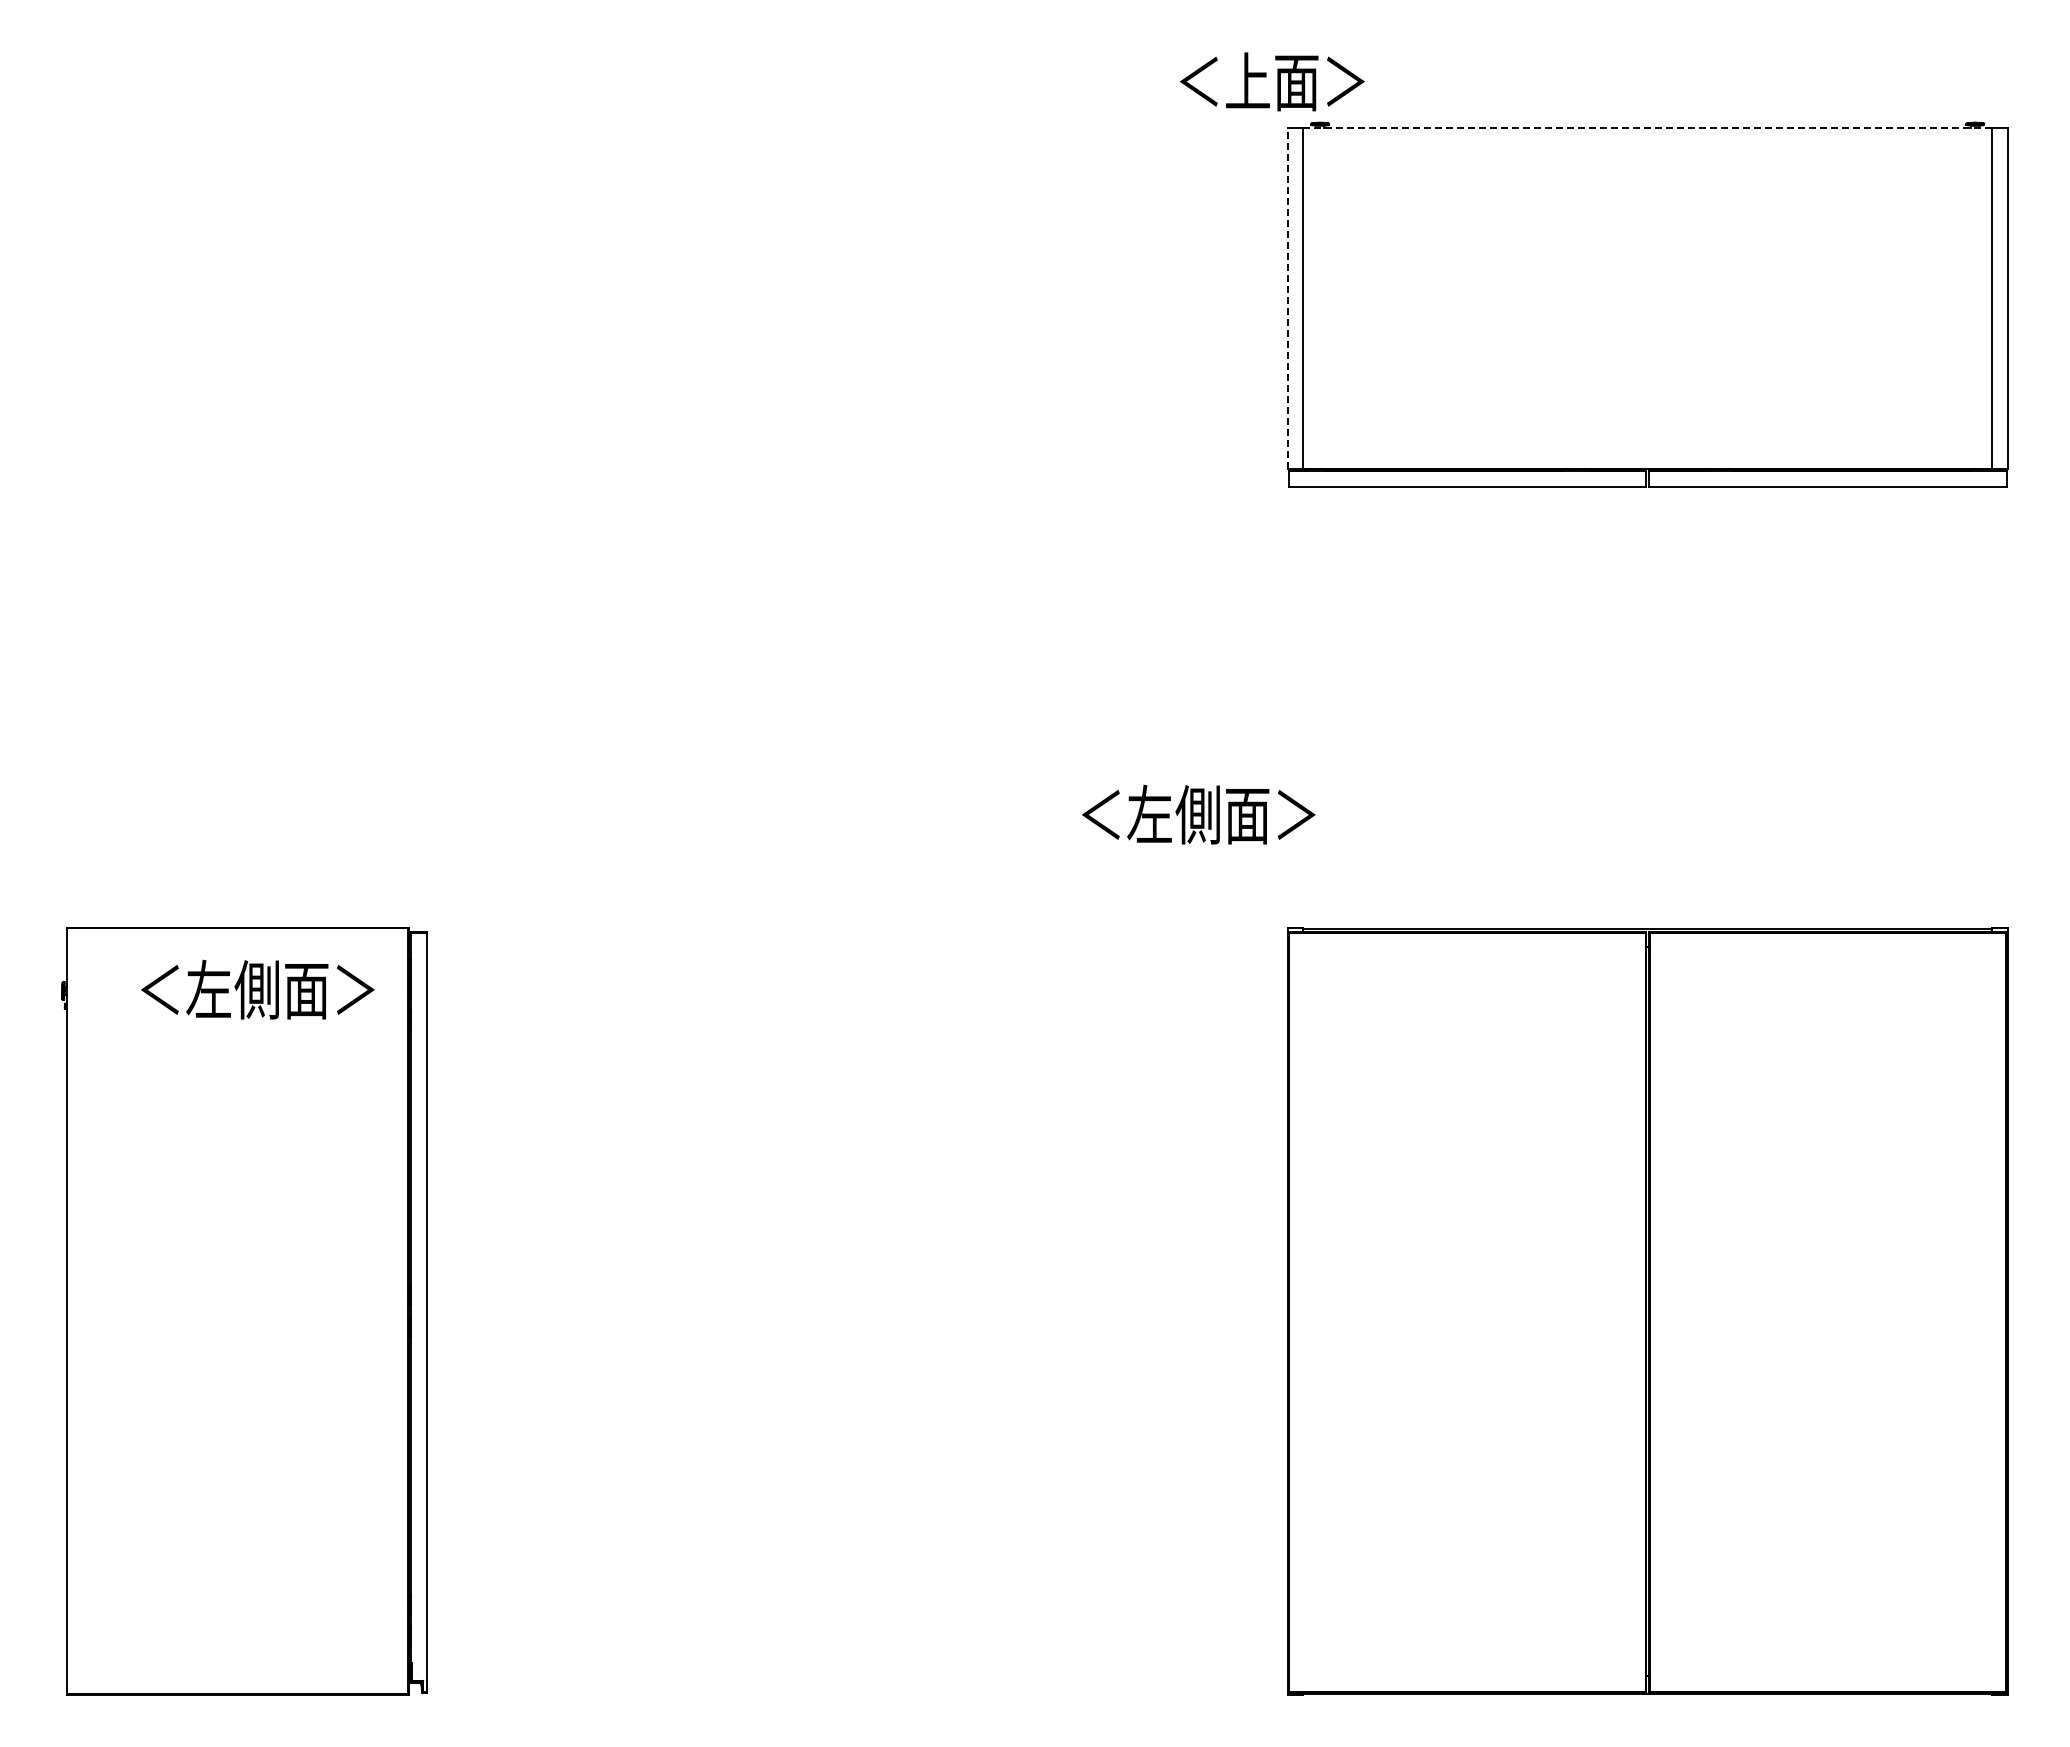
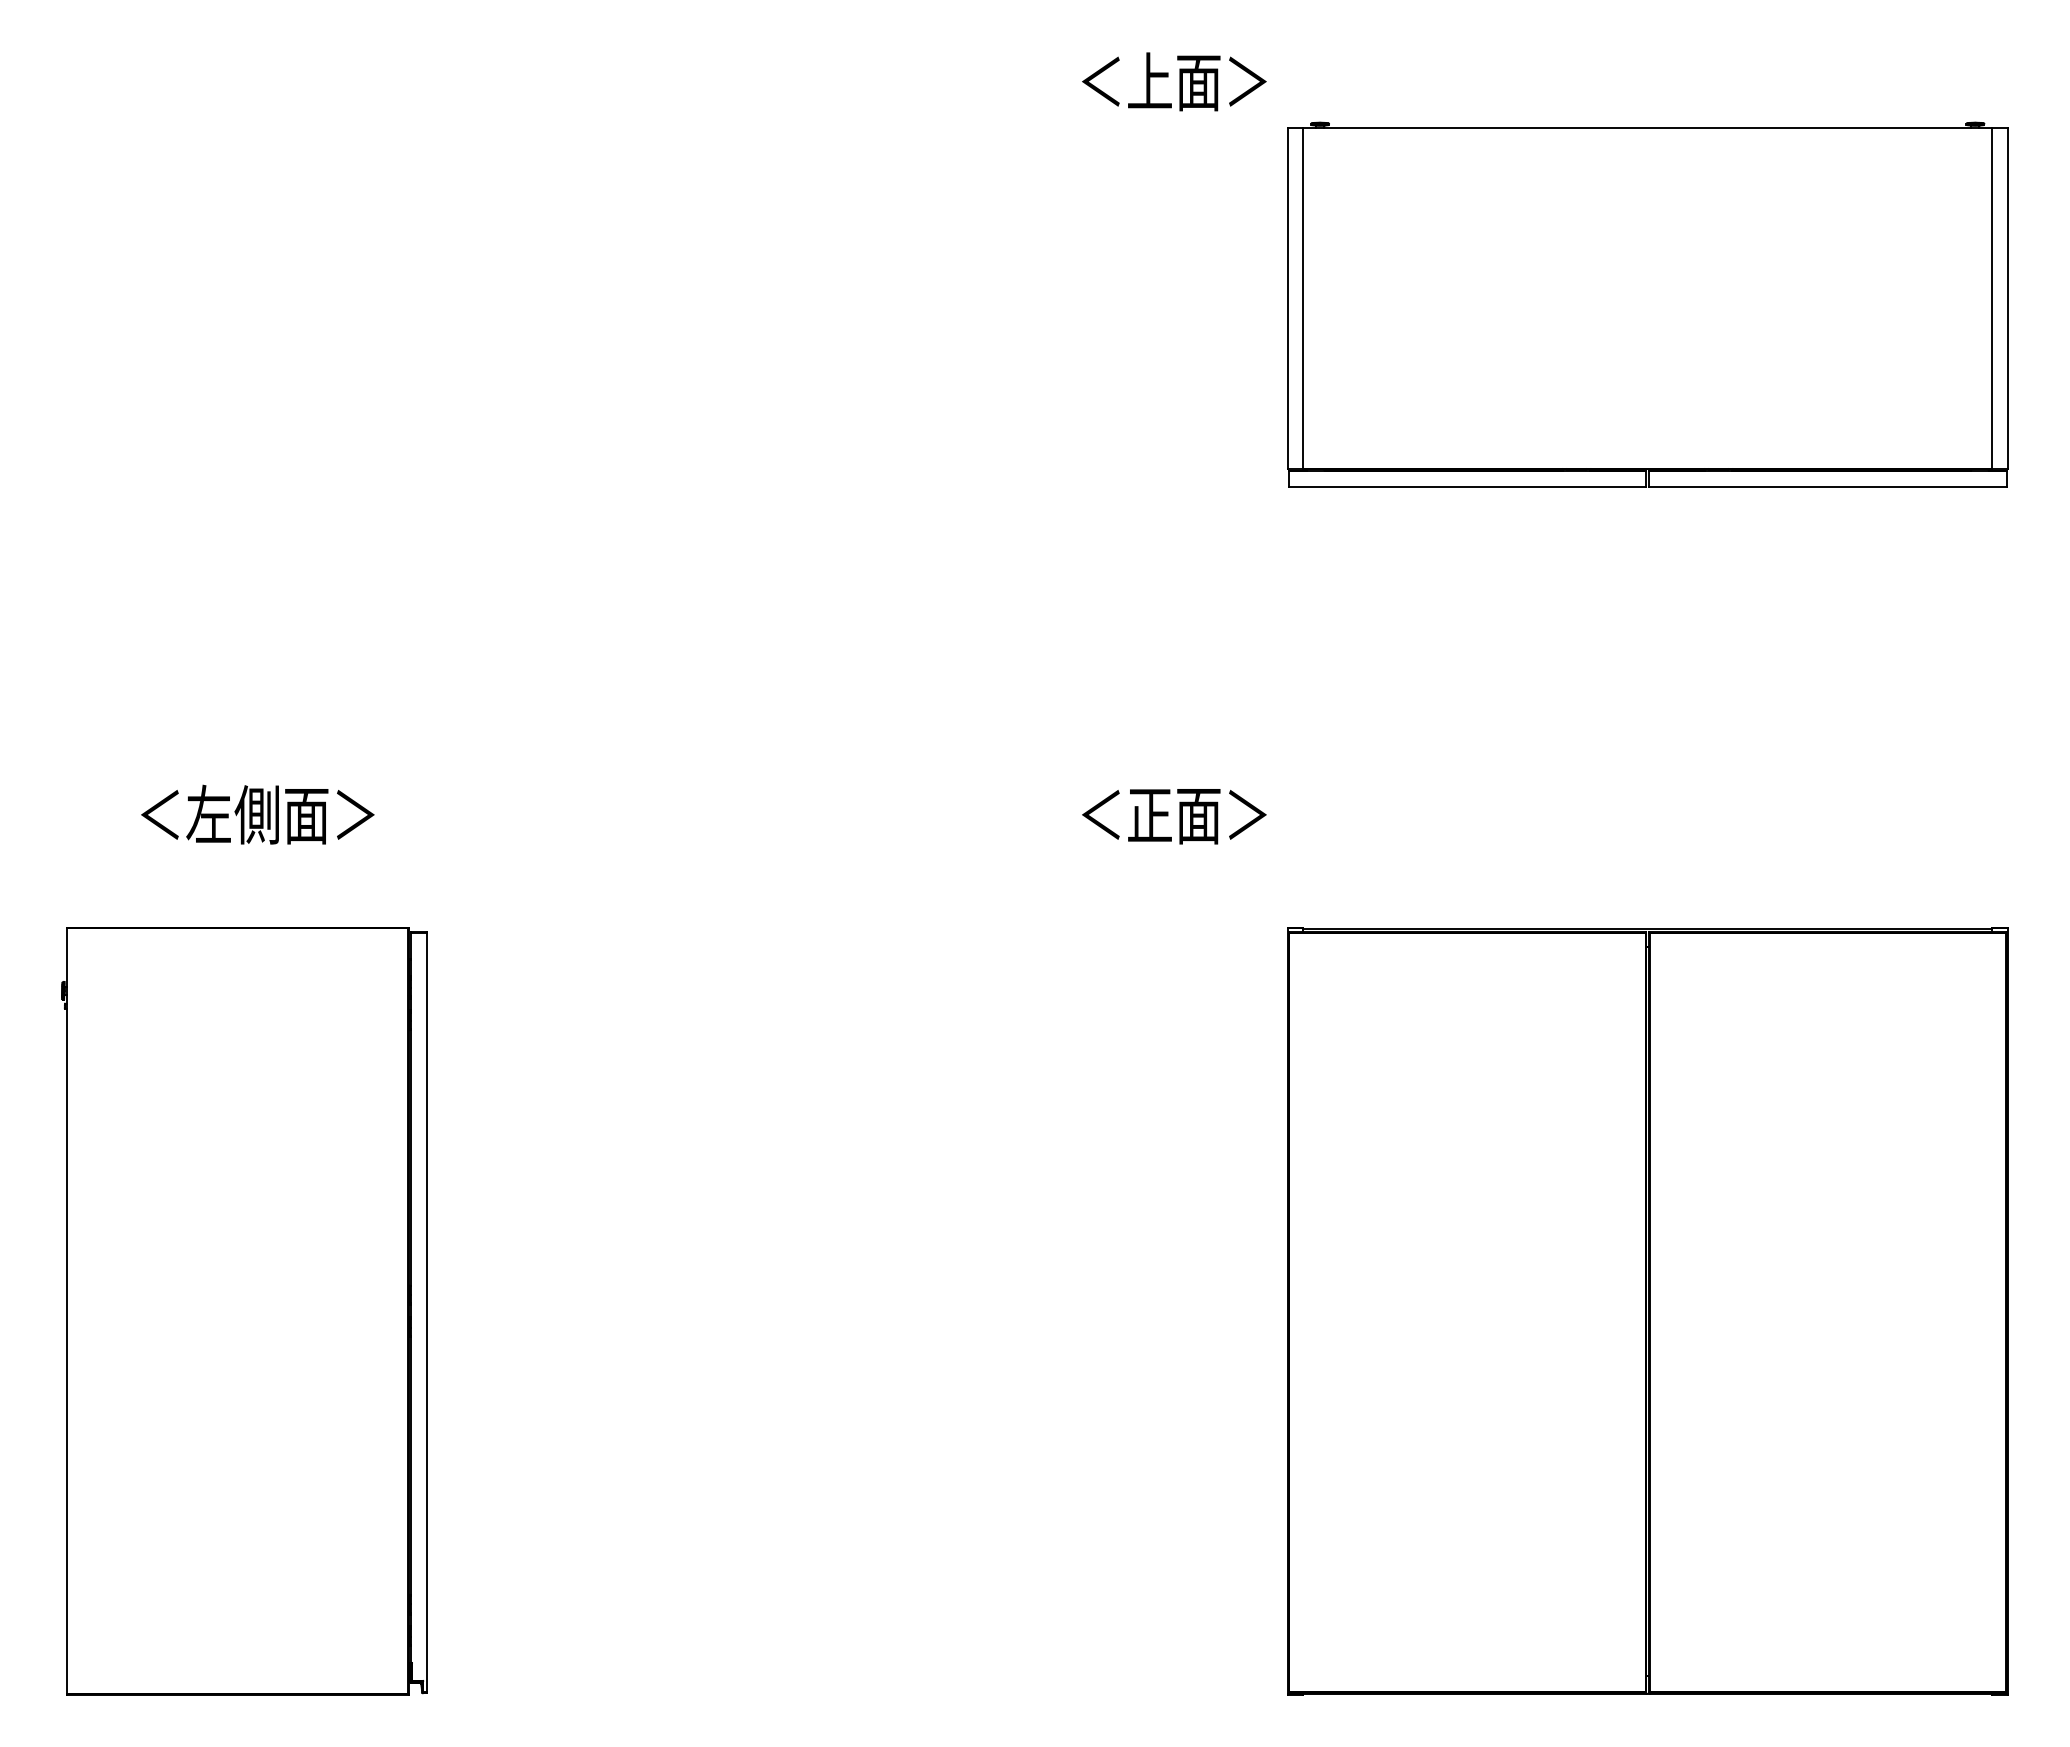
text at (1272, 81) position: (1272, 81) -> (1174, 81)
line at (1647, 127): dashed -> solid
line at (1287, 298): dashed -> solid
text at (1221, 814): ＜左側面＞ -> ＜正面＞
text at (257, 989) position: (257, 989) -> (257, 814)
